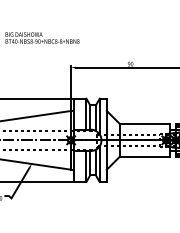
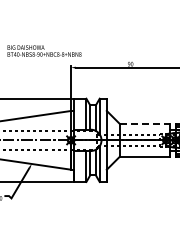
text at (42, 37) position: (42, 37) -> (44, 50)
line at (144, 124): solid -> dashed
